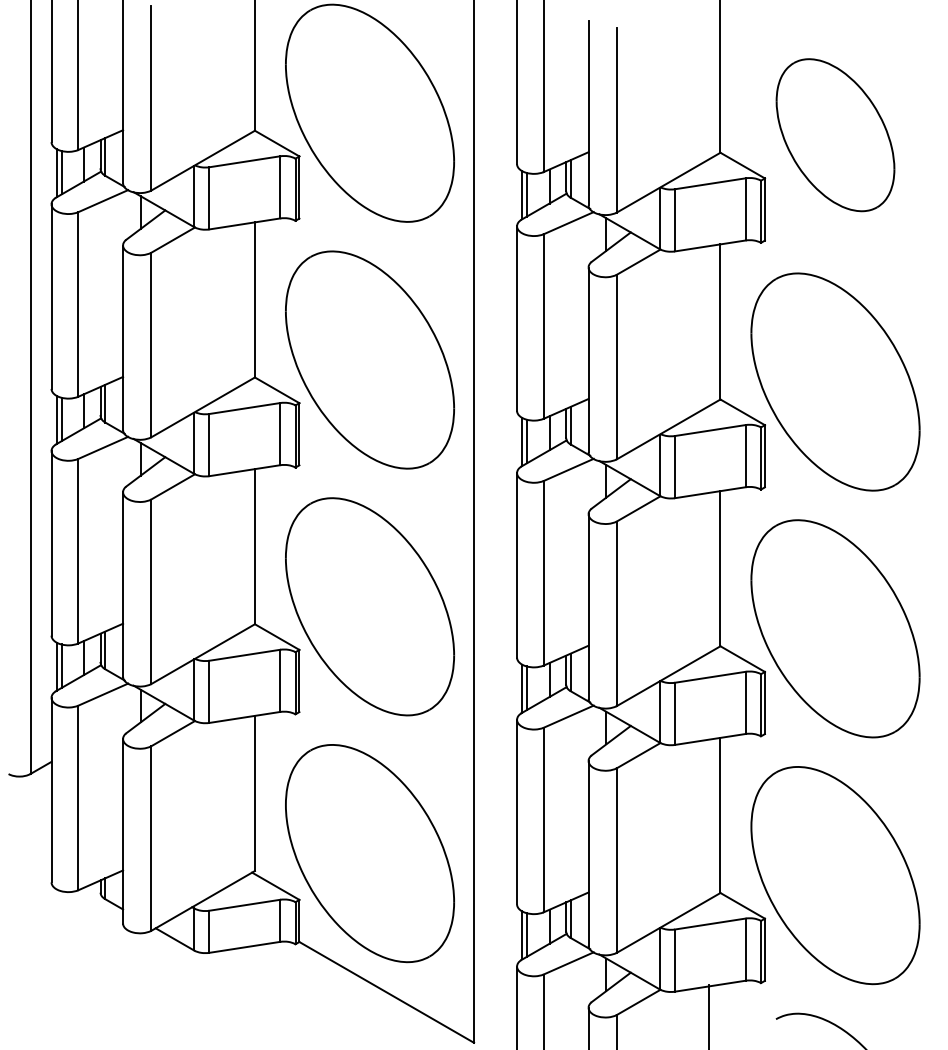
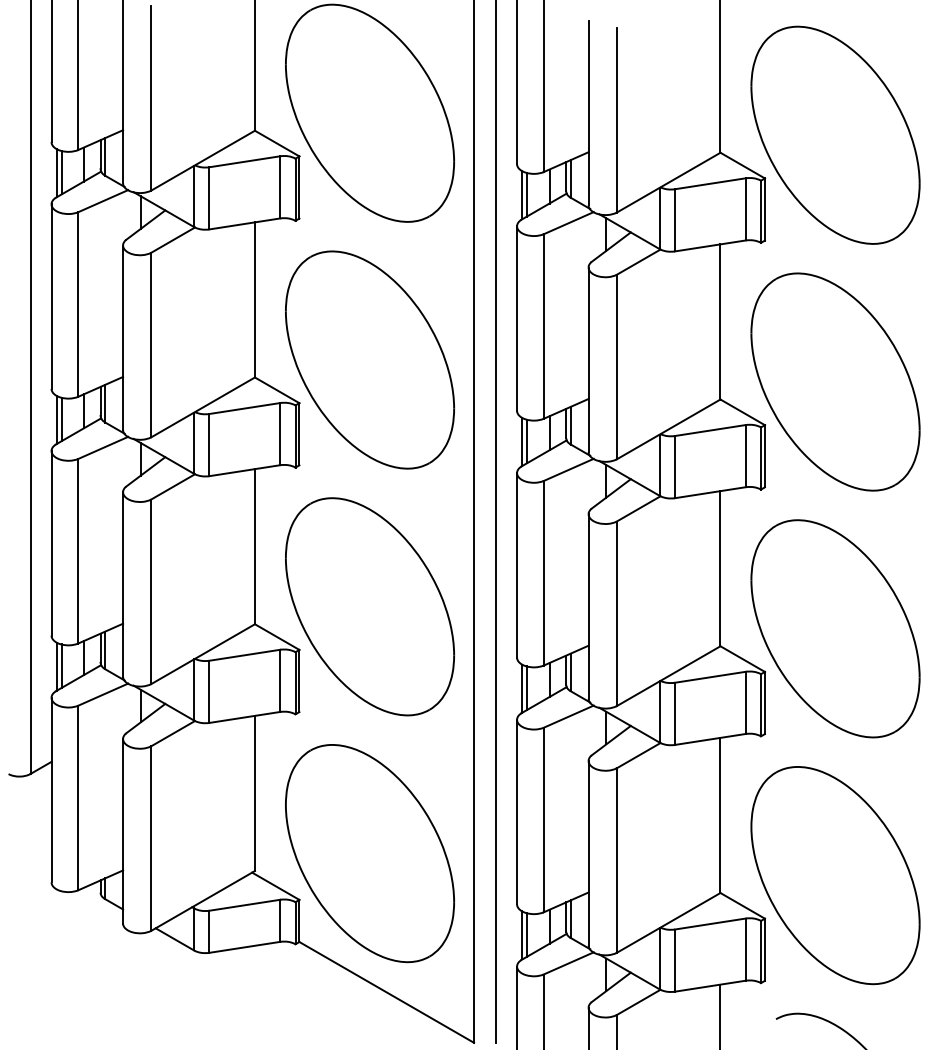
part at (835, 135) size: 121x155 px -> 171x220 px
line at (496, 522): none -> present
line at (709, 1015) position: (709, 1015) -> (720, 1015)
